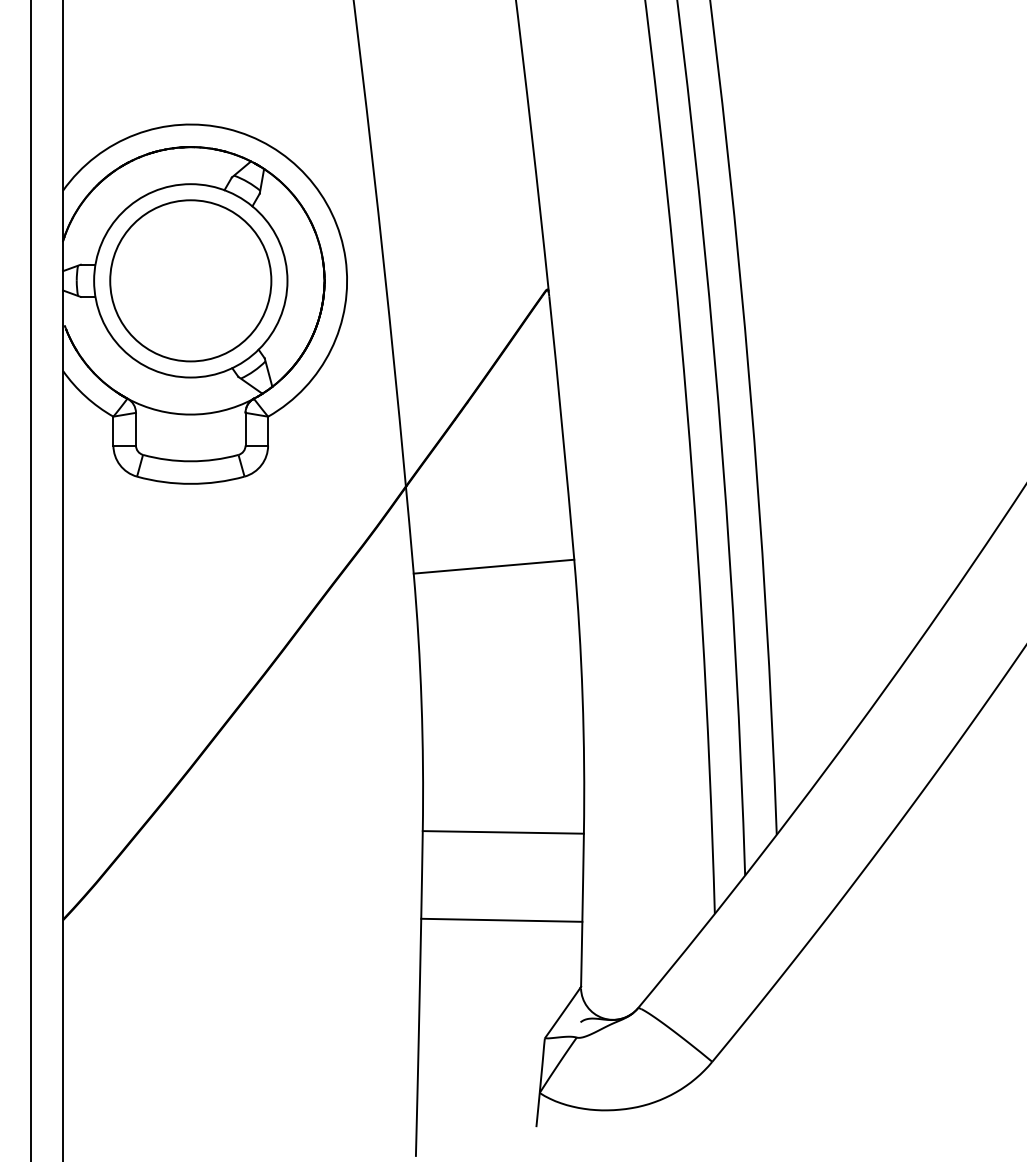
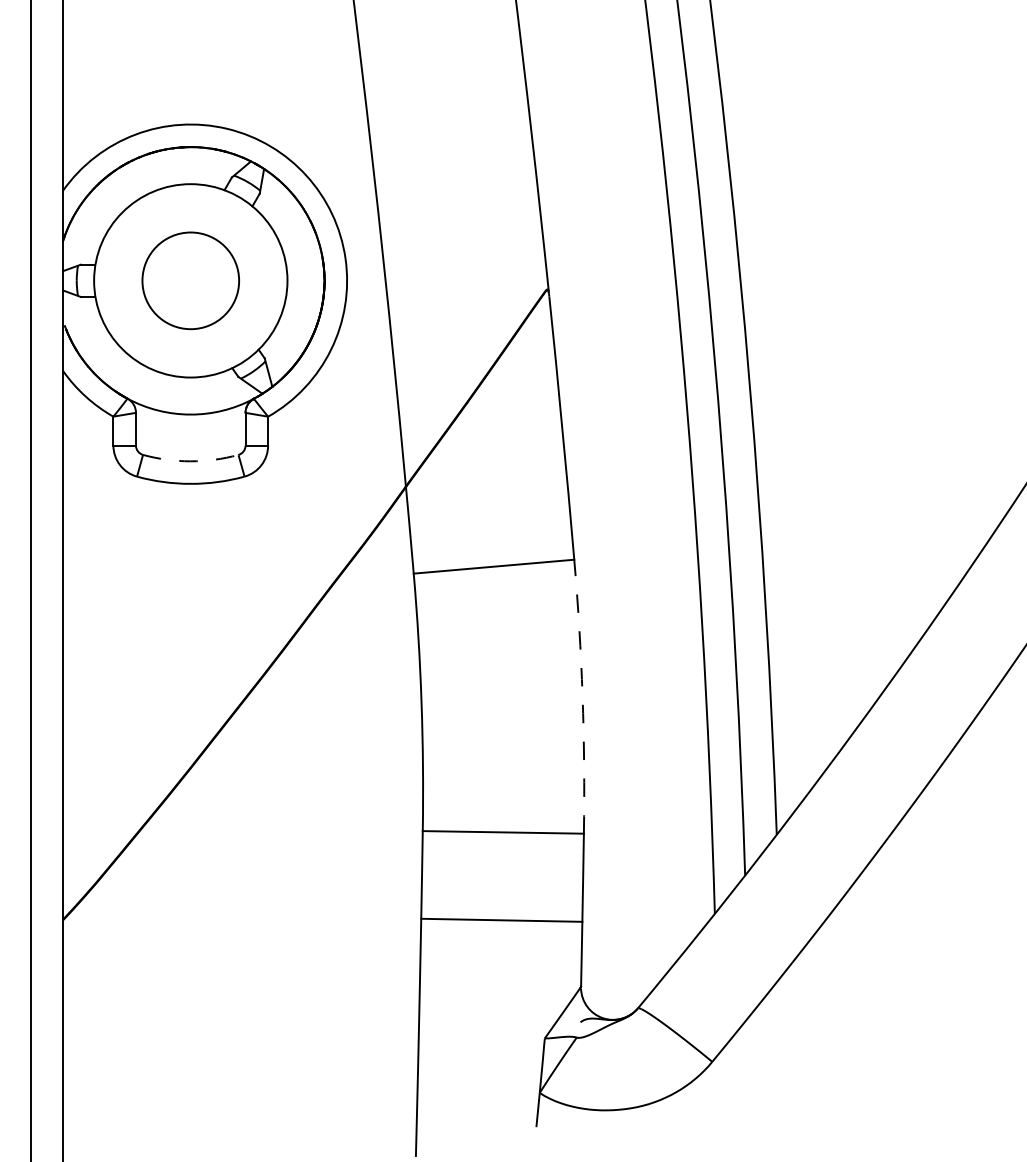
circle at (190, 280) diameter: 161 px -> 97 px
arc at (190, 461): solid -> dashed
arc at (582, 696): solid -> dashed
